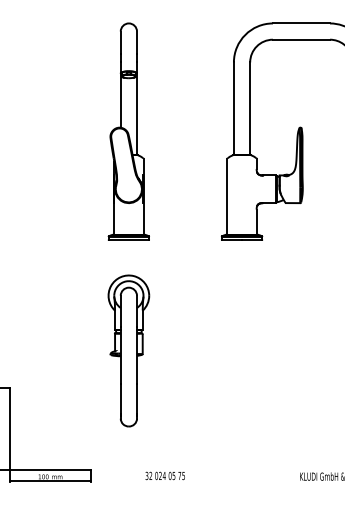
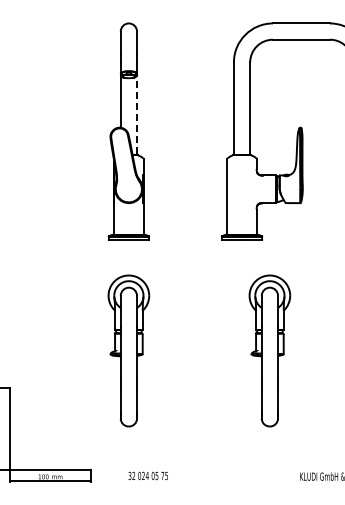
line at (137, 113): solid -> dashed
part at (269, 350): none -> present
text at (164, 475) position: (164, 475) -> (147, 475)
